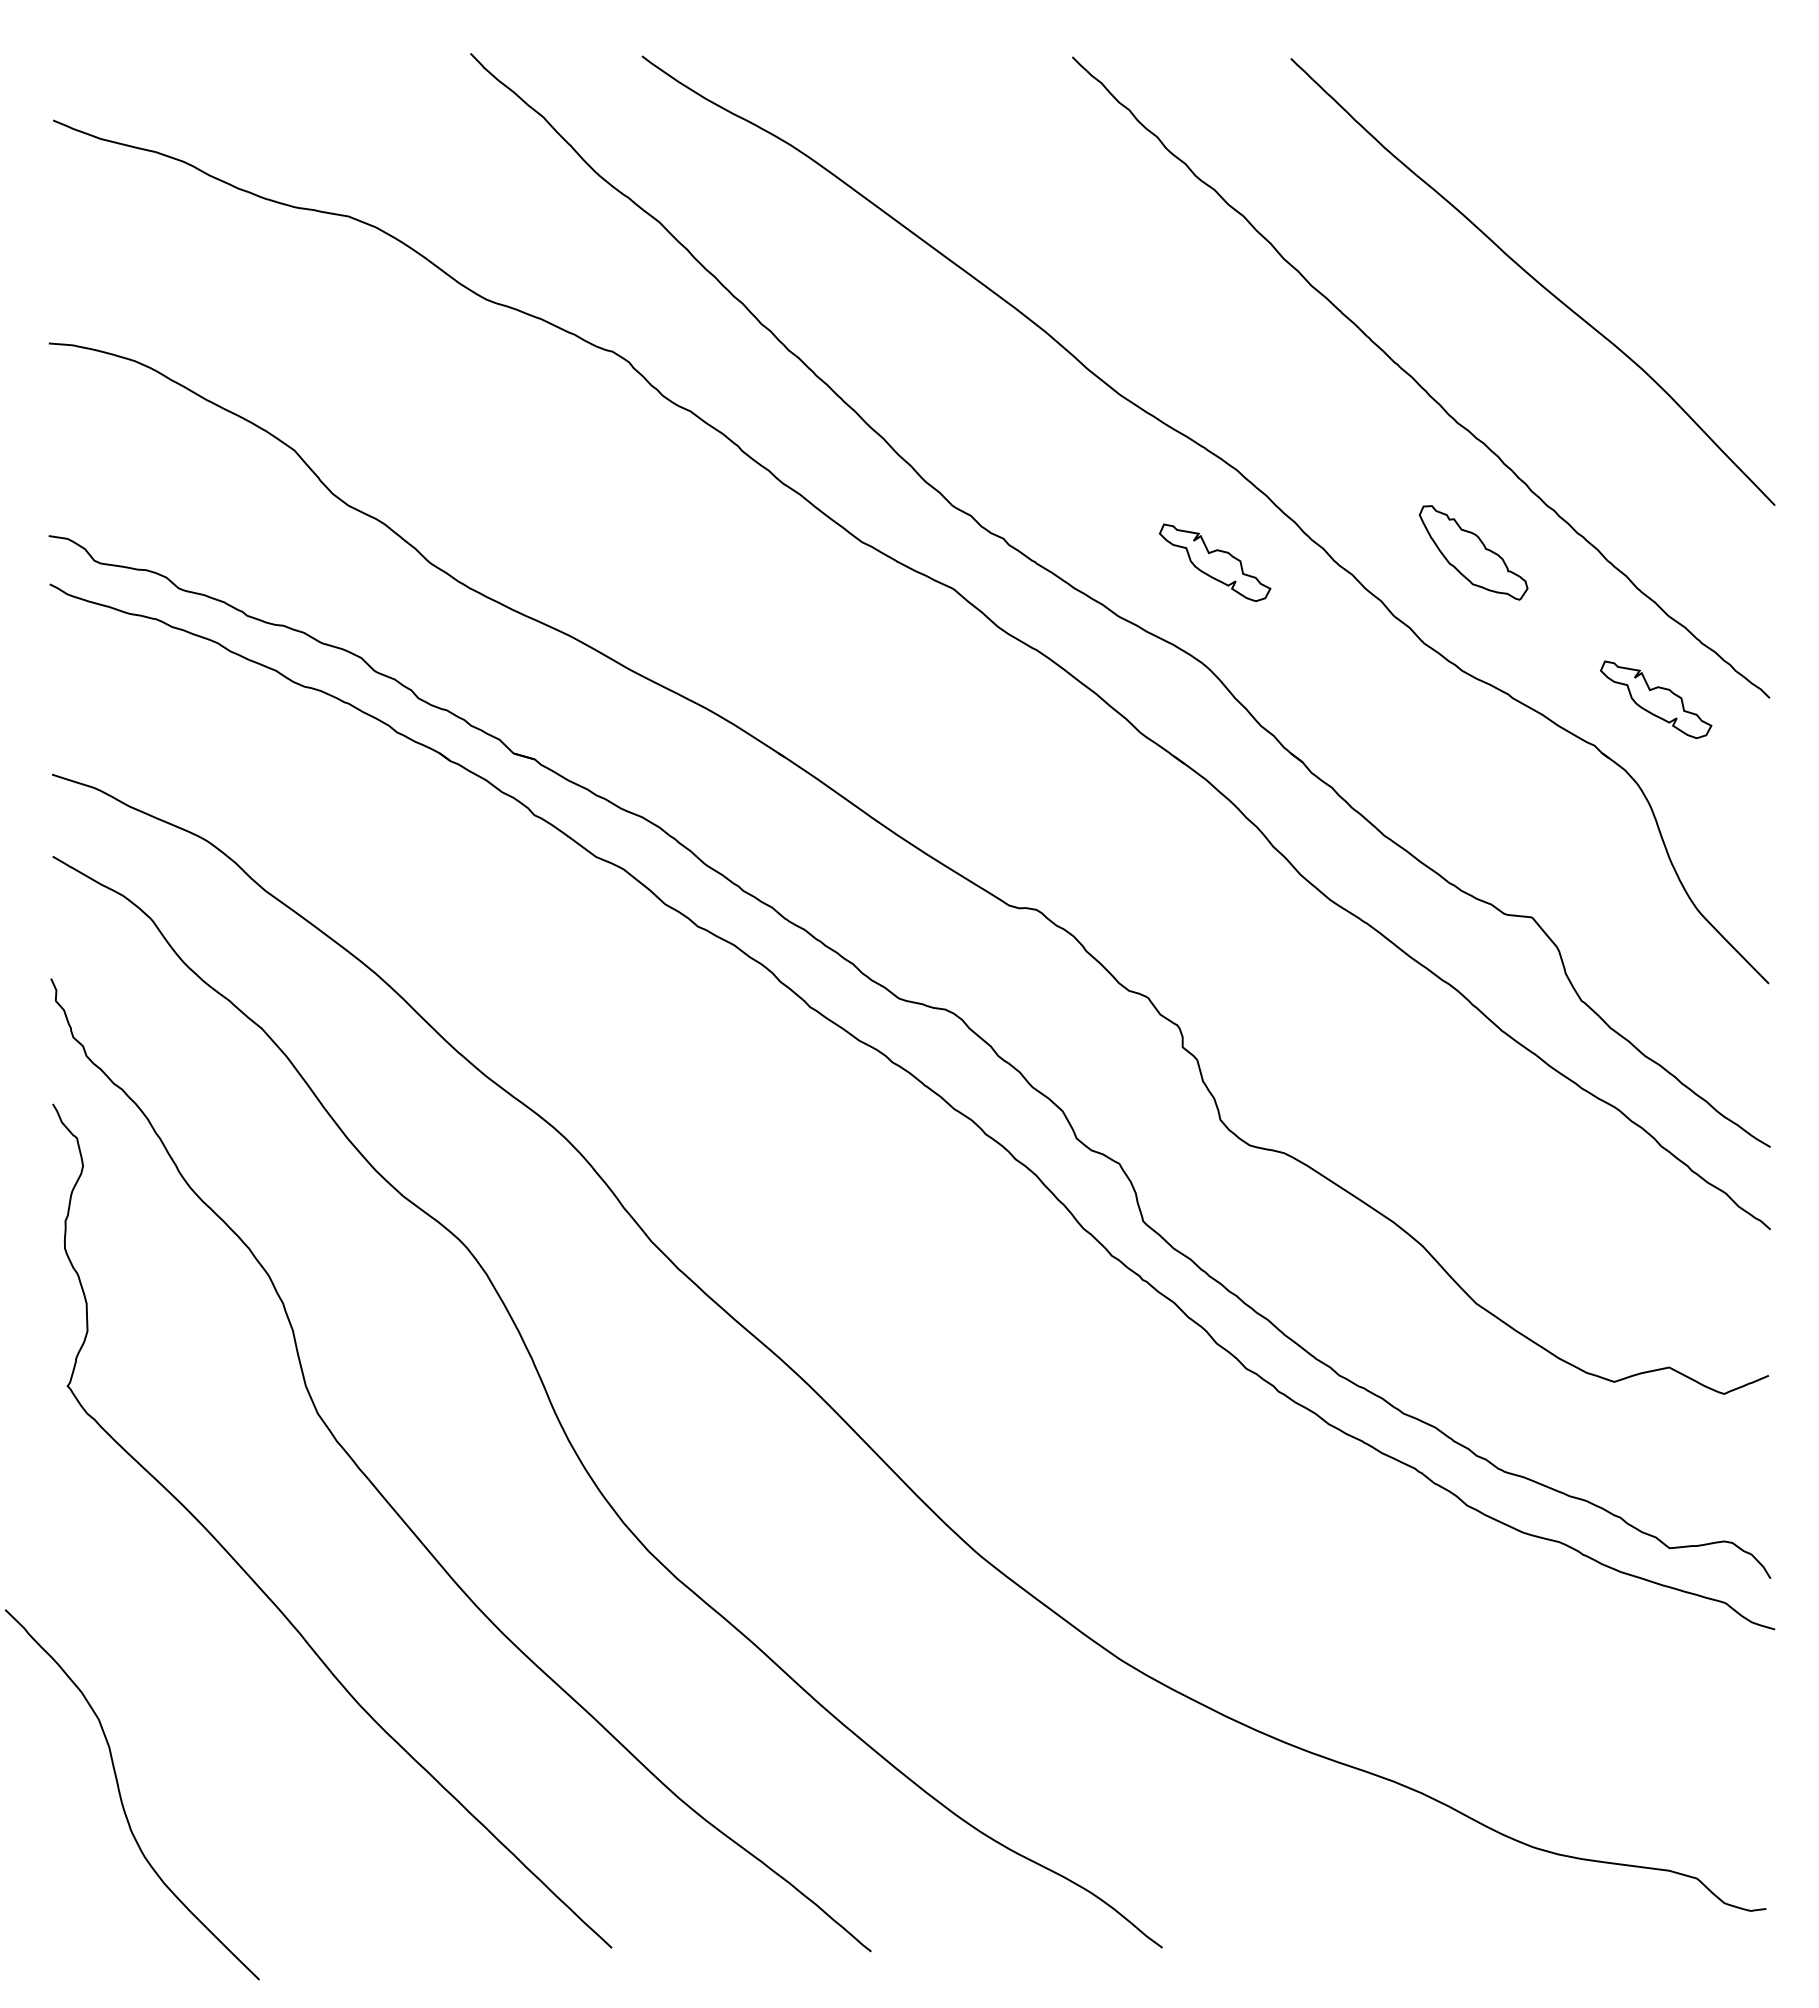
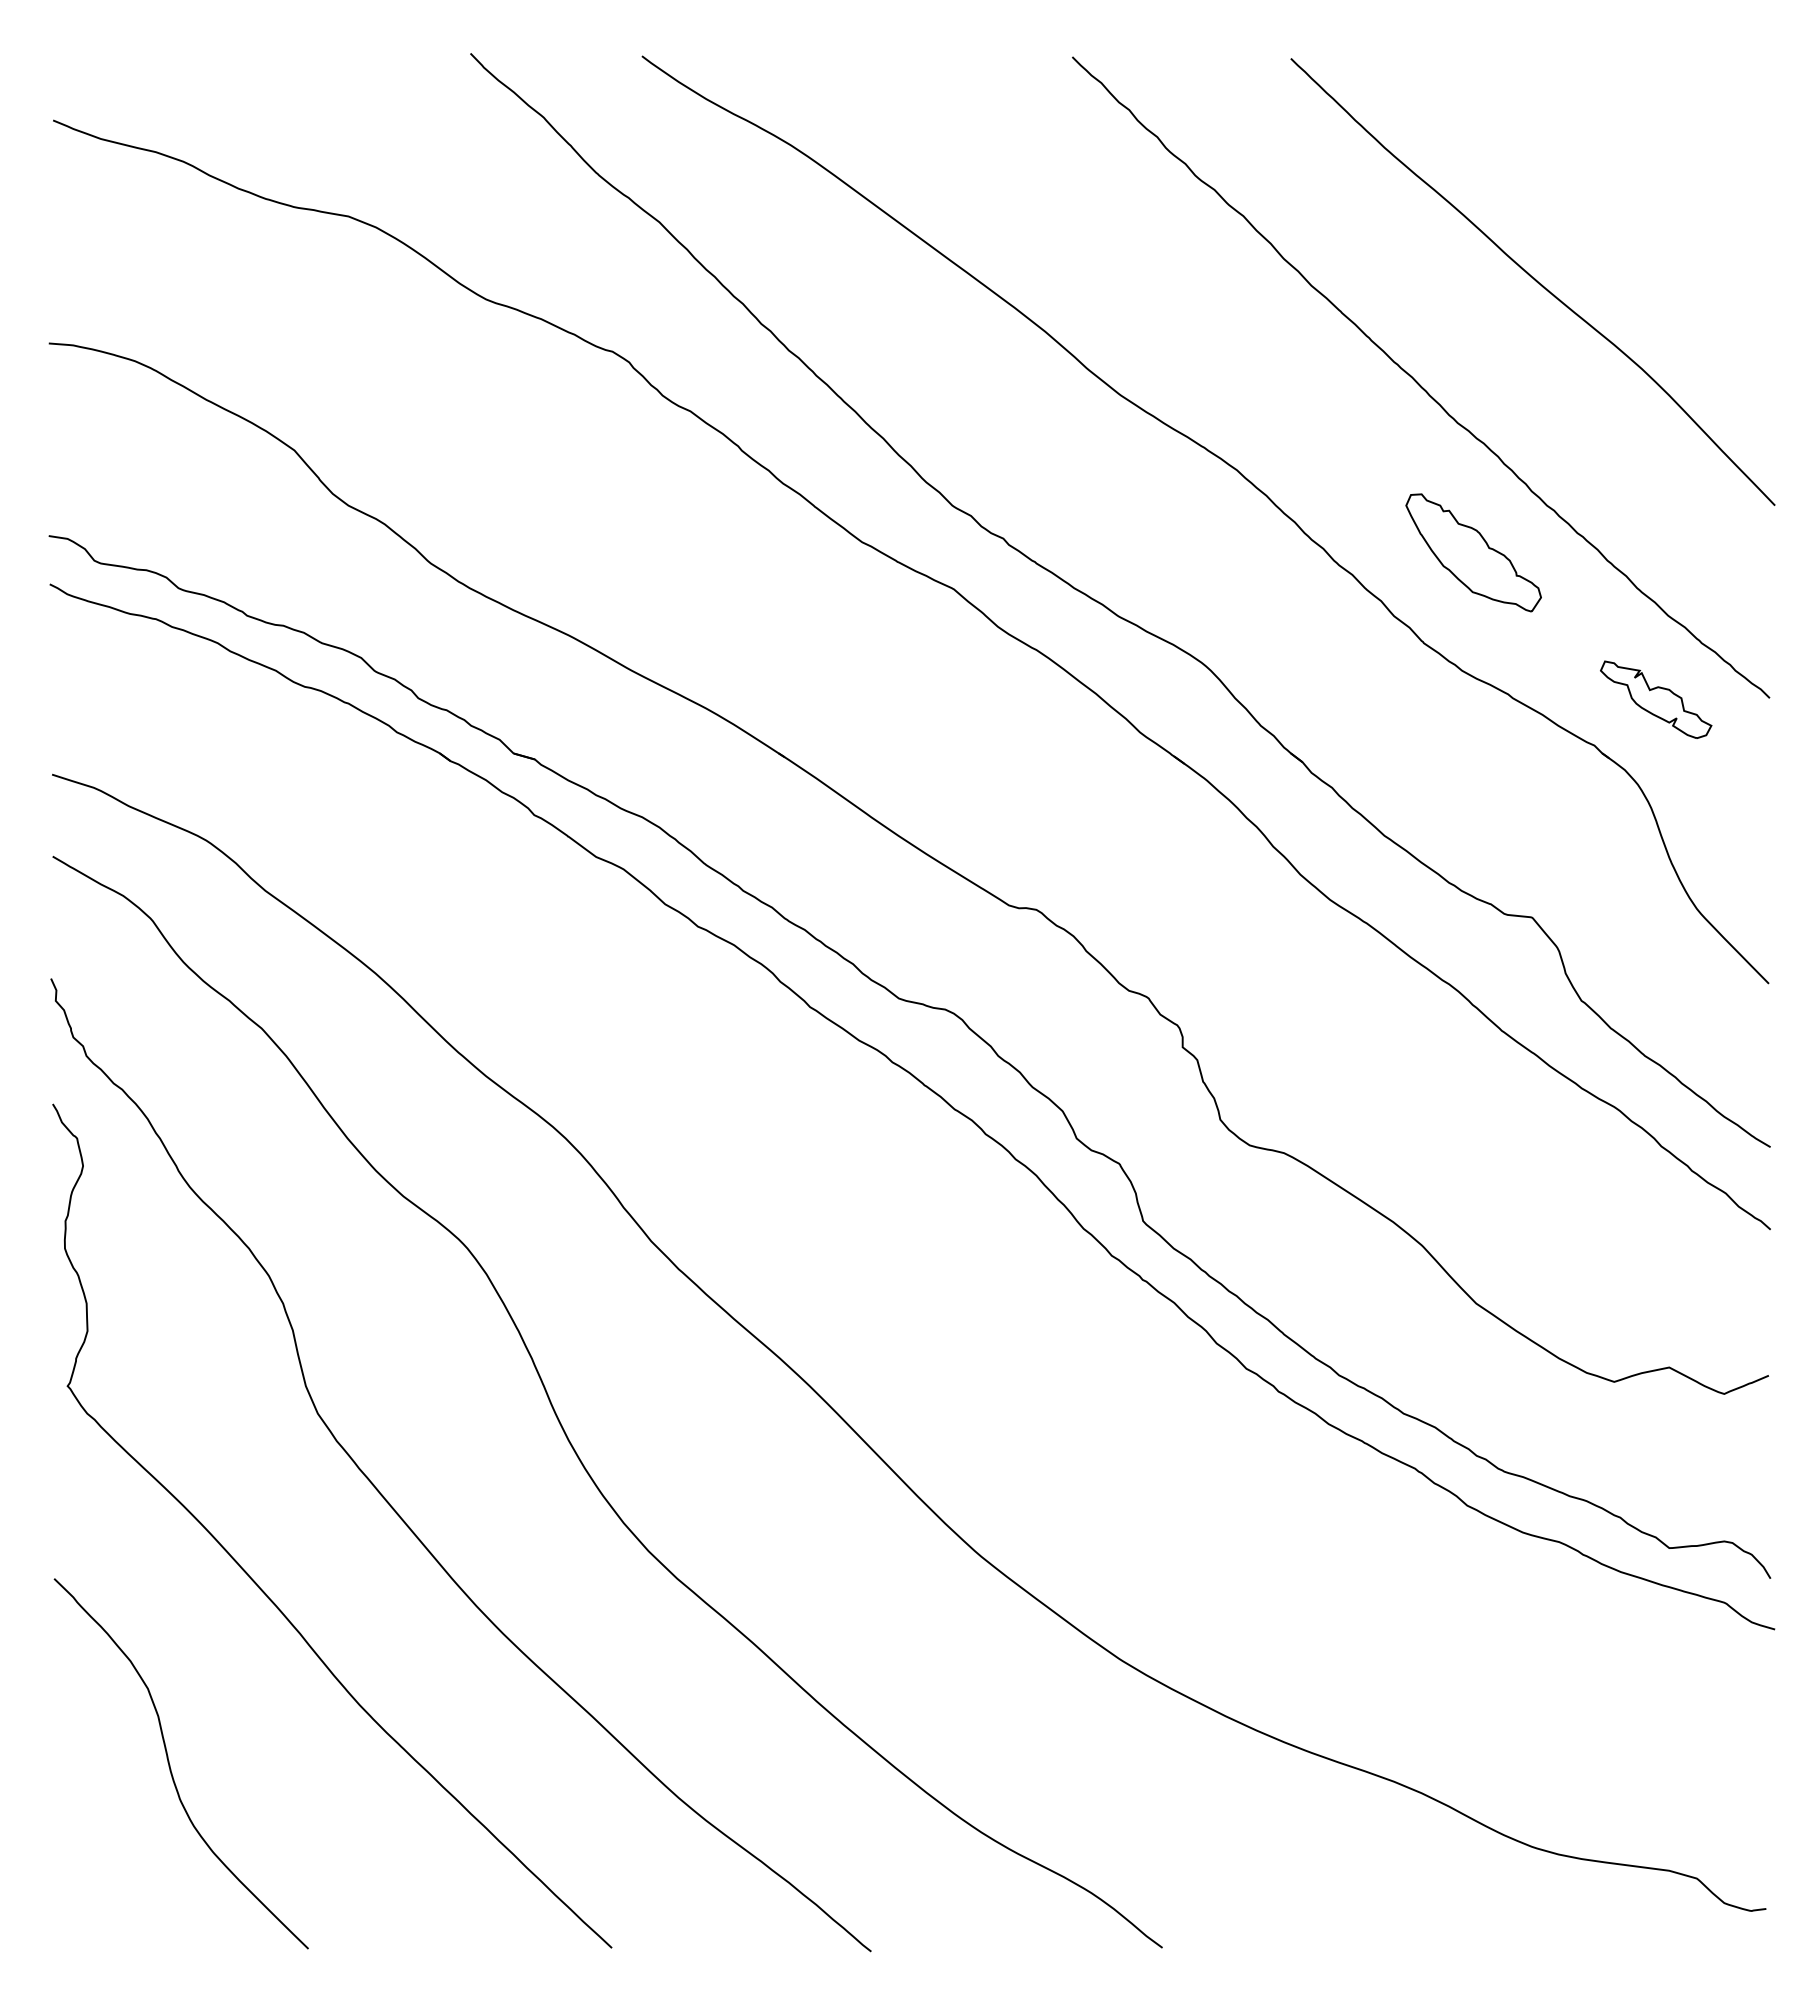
part at (1473, 552) size: 111x96 px -> 137x120 px
part at (1215, 562): present -> none
curve at (121, 1795) position: (121, 1795) -> (170, 1764)
